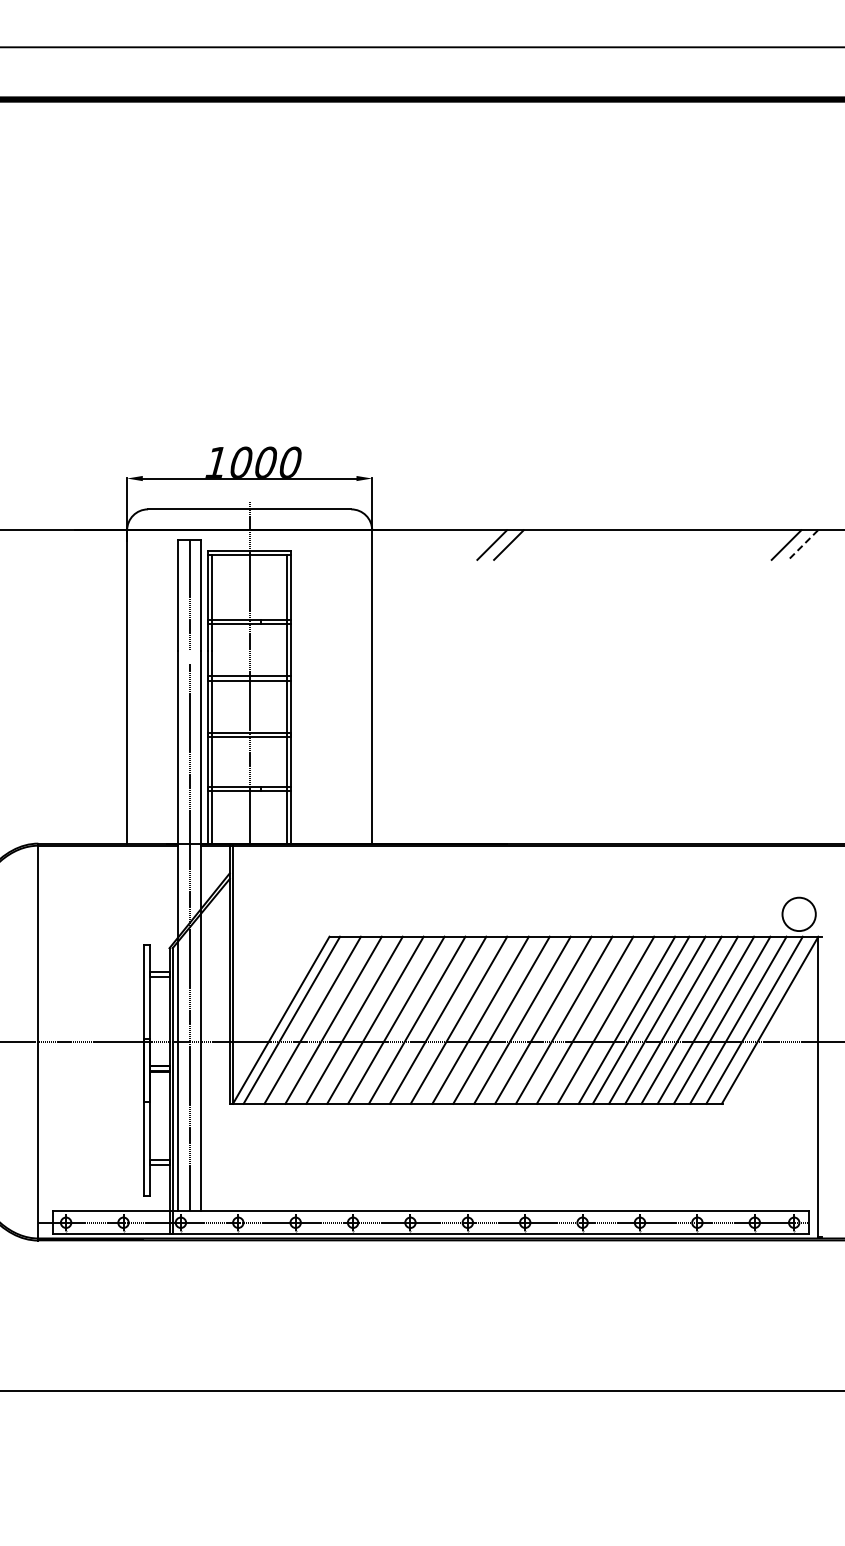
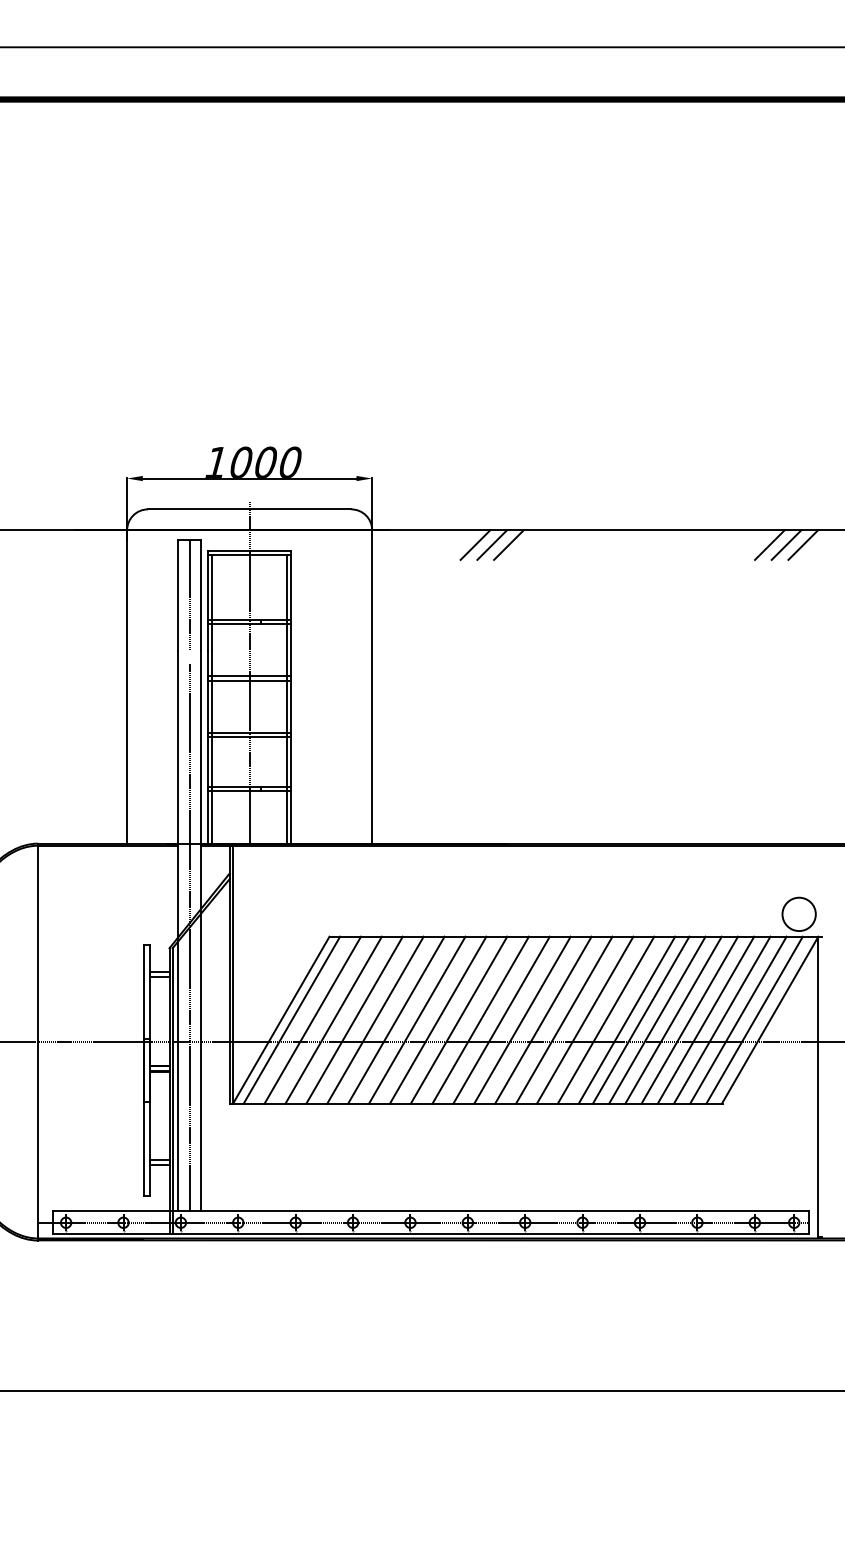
line at (475, 544): none -> present
line at (769, 544): none -> present
line at (803, 545): dashed -> solid
